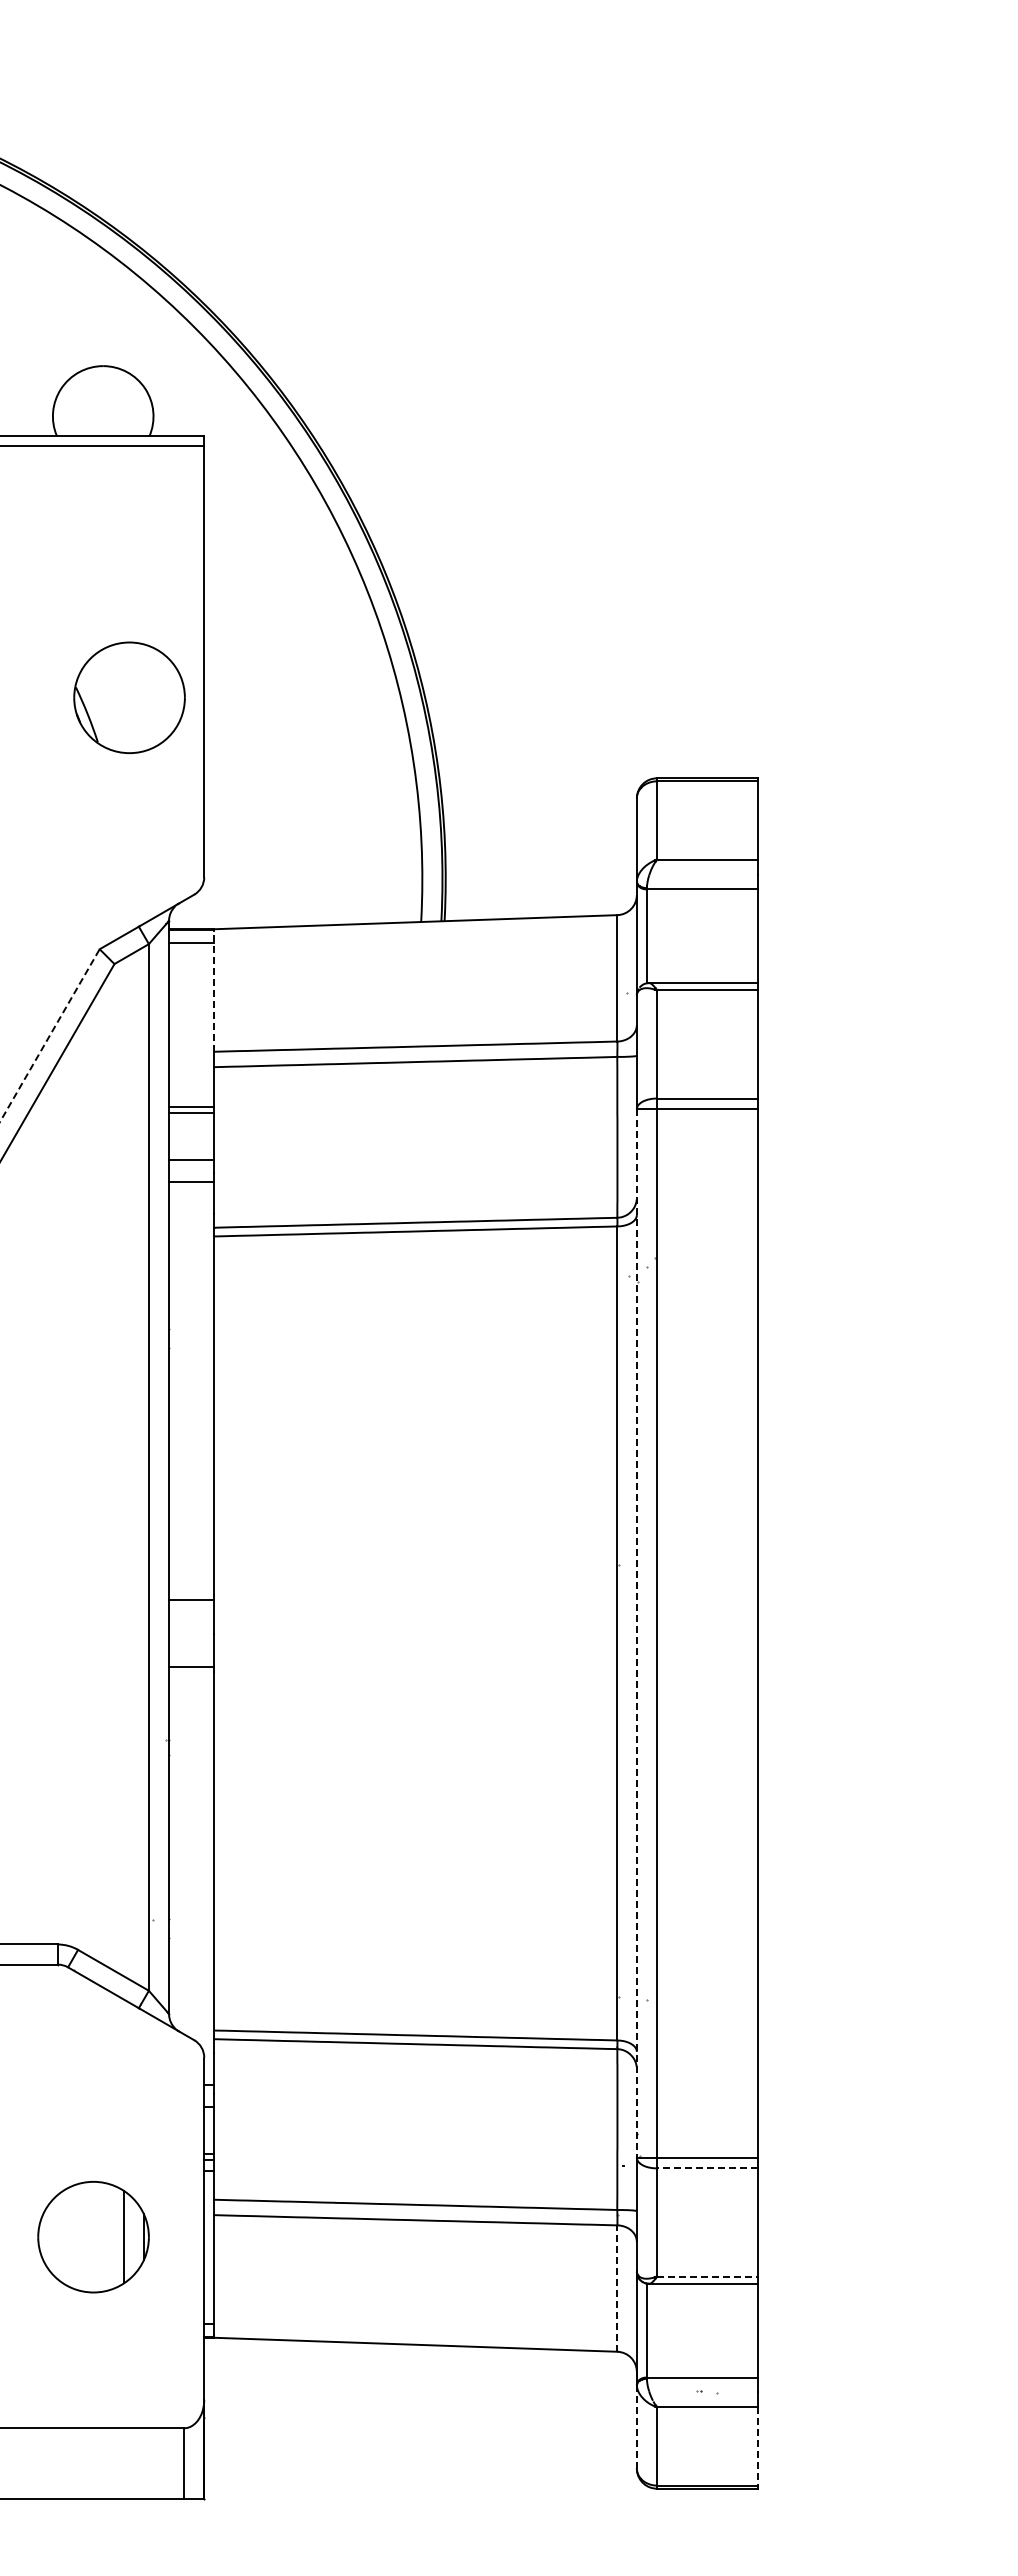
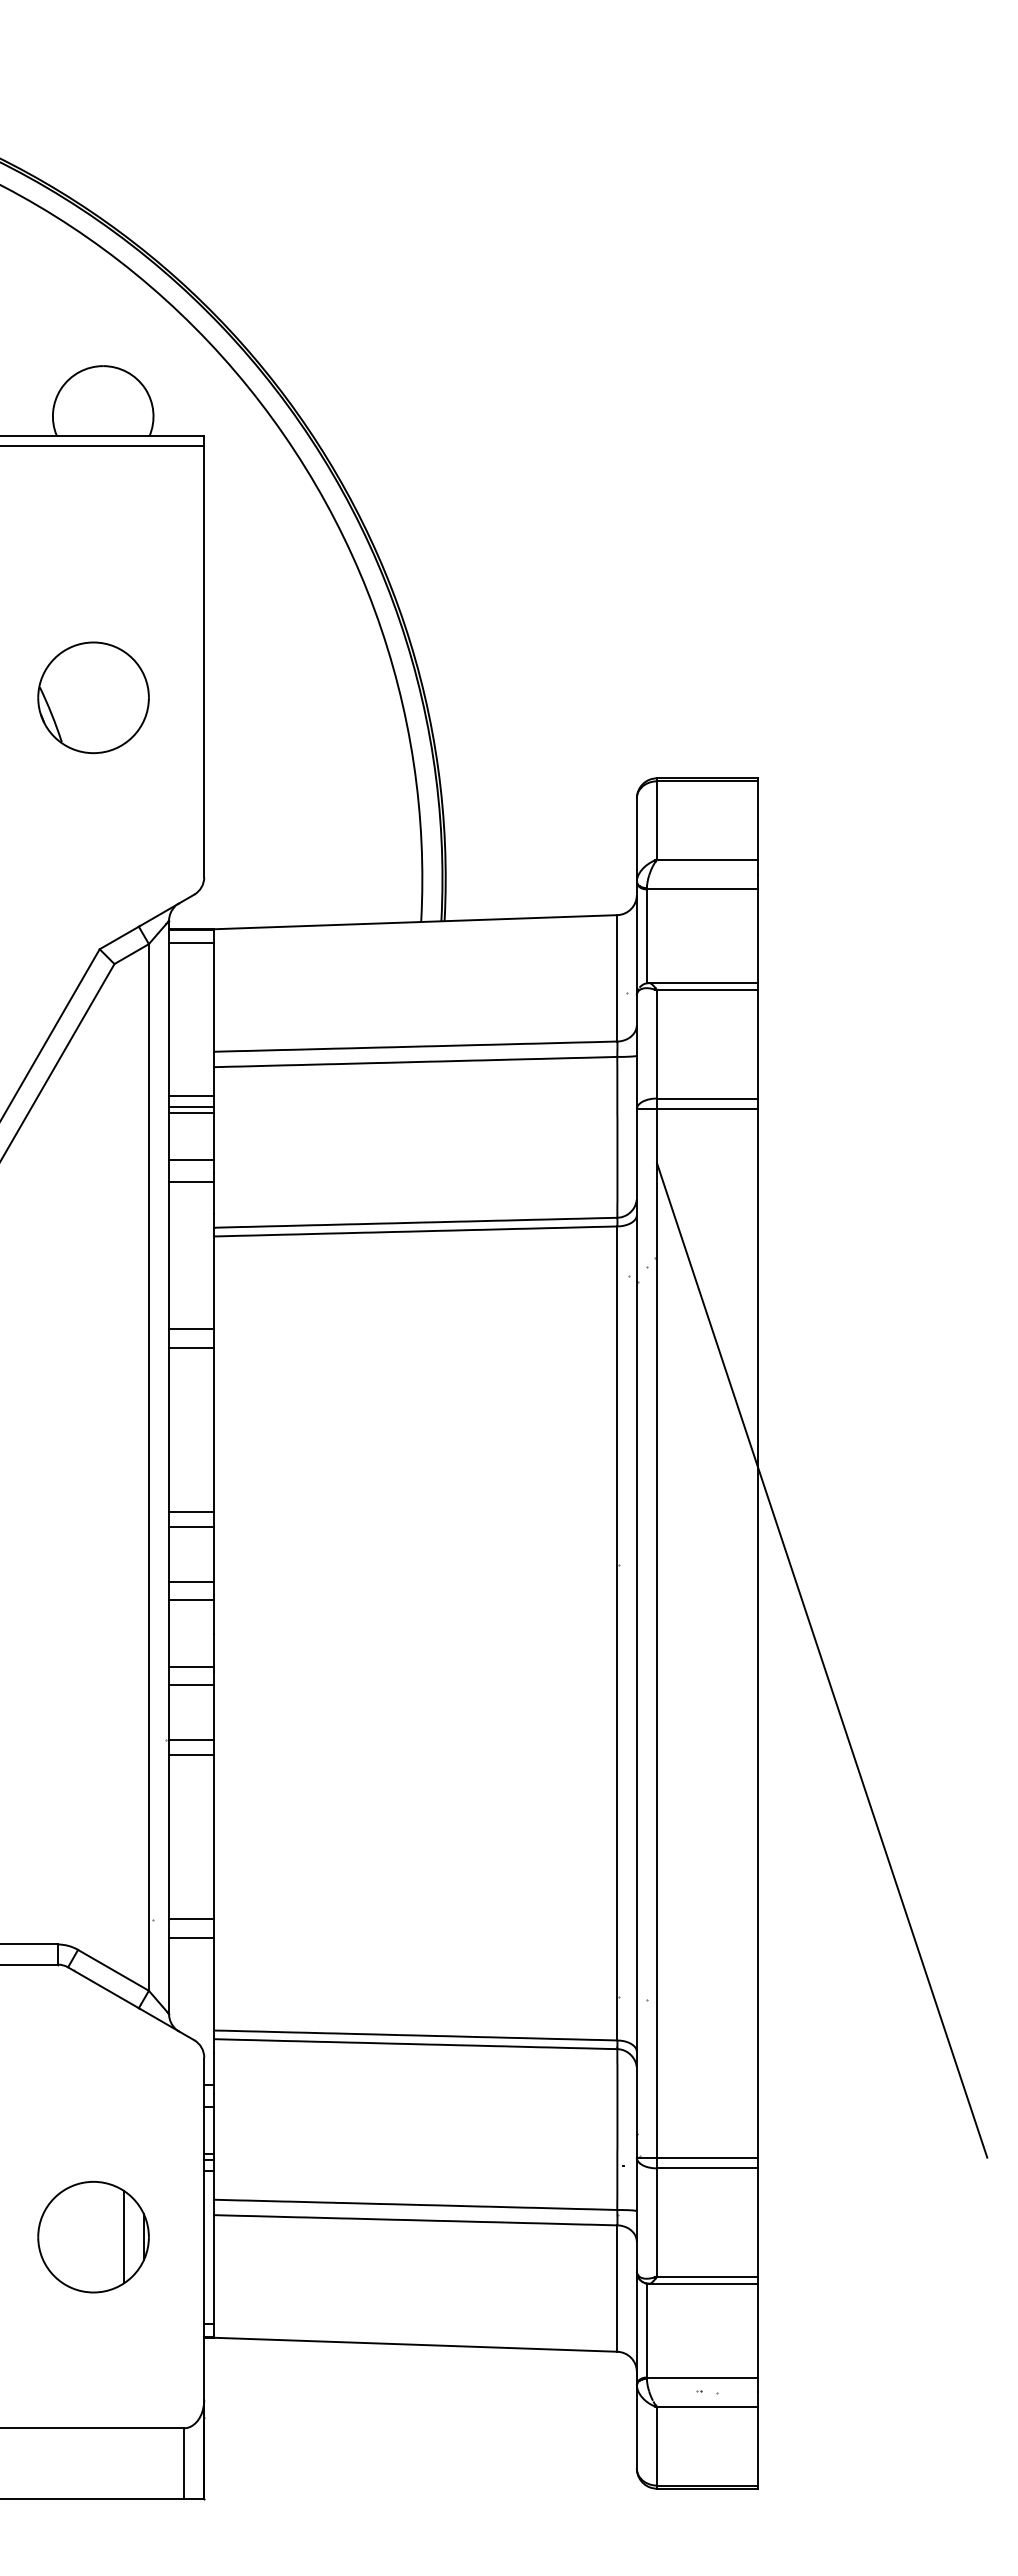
part at (129, 697) position: (129, 697) -> (93, 697)
line at (214, 990): dashed -> solid
line at (50, 1034): dashed -> solid
line at (191, 1096): none -> present
line at (191, 1329): none -> present
line at (191, 1348): none -> present
line at (191, 1512): none -> present
line at (191, 1526): none -> present
line at (191, 1582): none -> present
line at (636, 1633): dashed -> solid
line at (821, 1660): none -> present
line at (191, 1684): none -> present
line at (191, 1740): none -> present
line at (191, 1754): none -> present
line at (191, 1918): none -> present
line at (191, 1937): none -> present
line at (706, 2168): dashed -> solid
line at (707, 2276): dashed -> solid
line at (617, 2288): dashed -> solid
line at (636, 2426): dashed -> solid
line at (757, 2446): dashed -> solid
